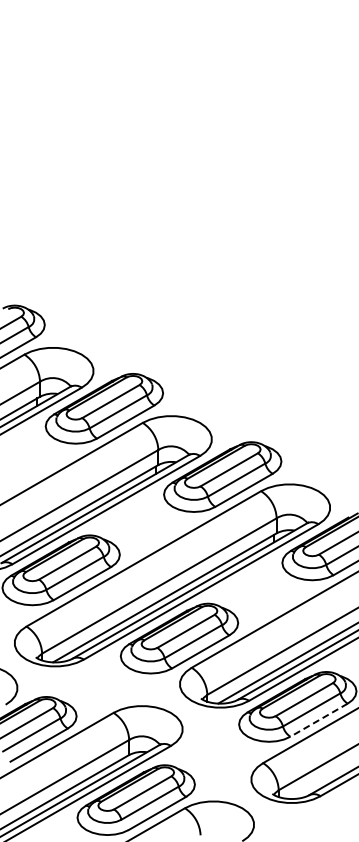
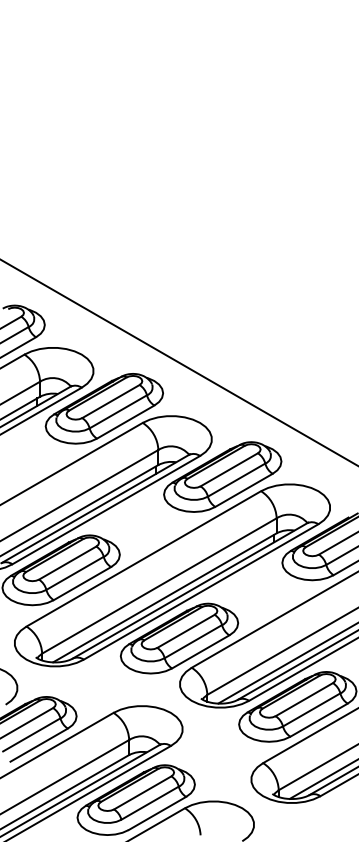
line at (178, 362): none -> present
line at (318, 720): dashed -> solid
line at (322, 779): none -> present
